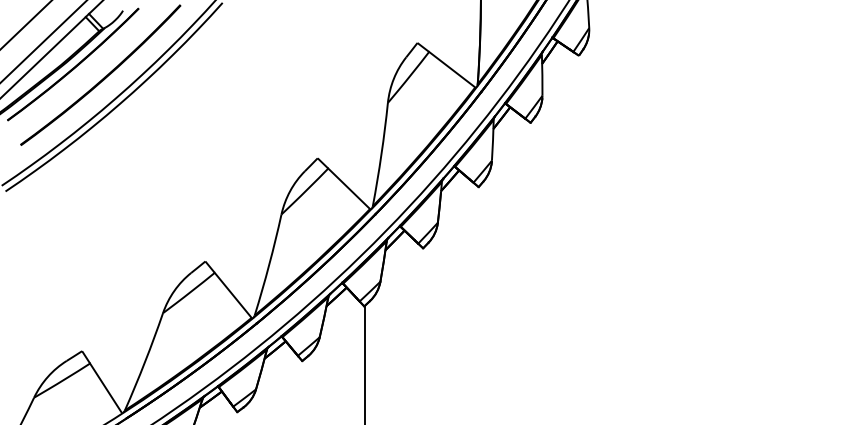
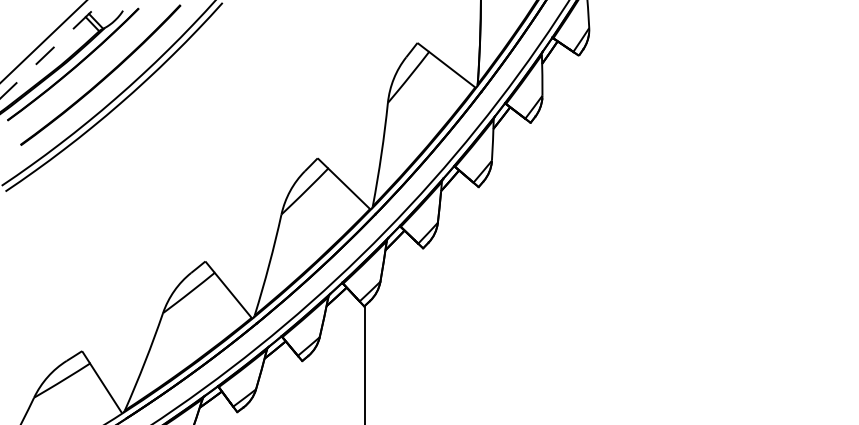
line at (25, 24): present -> none
line at (52, 49): solid -> dashed
